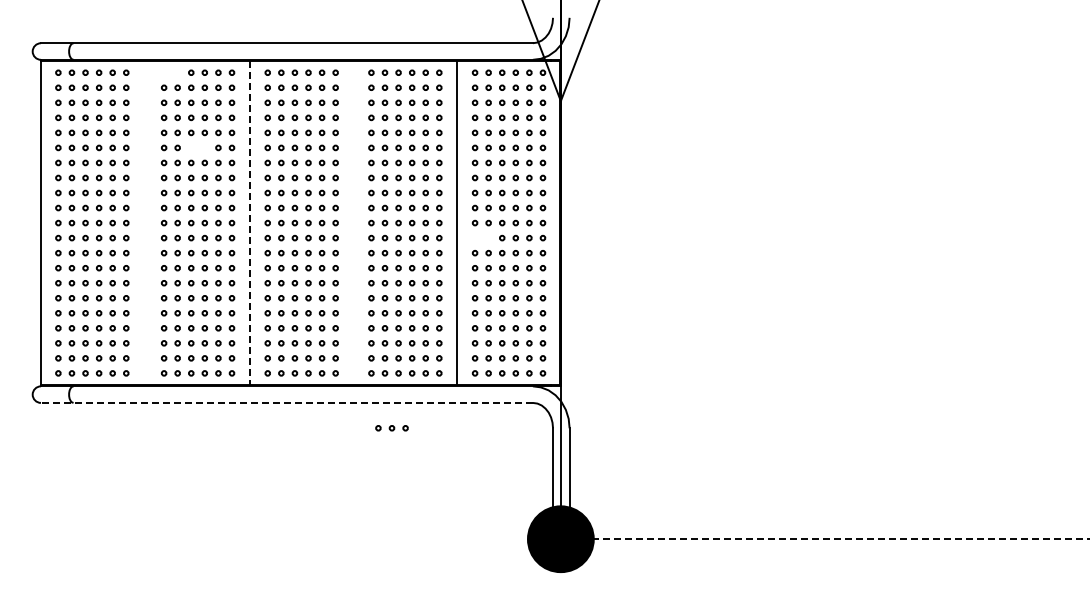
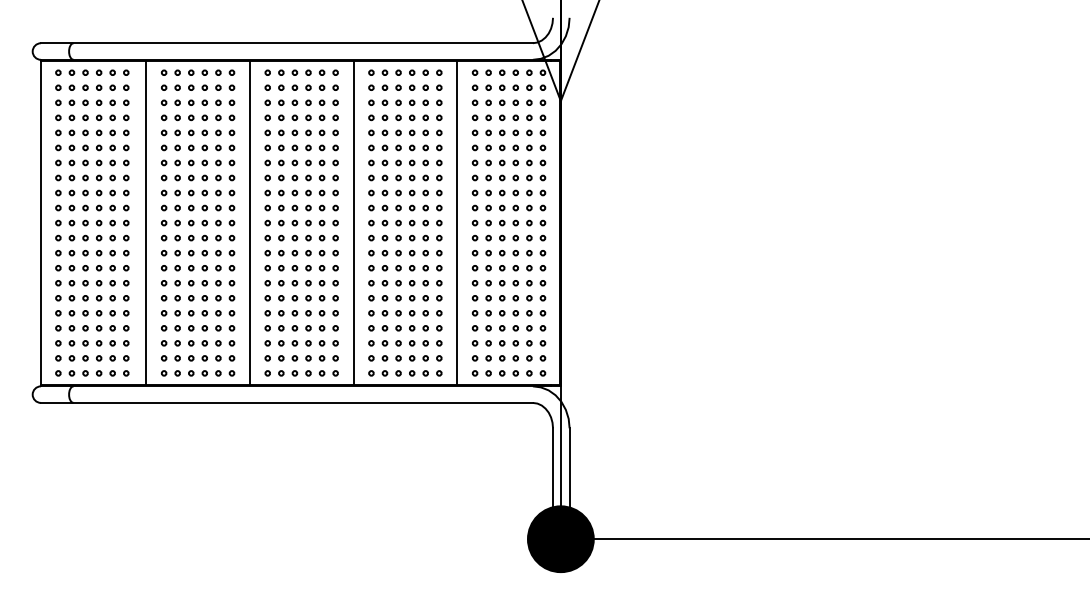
part at (170, 72): none -> present
part at (197, 147): none -> present
line at (146, 223): none -> present
line at (249, 223): dashed -> solid
line at (353, 223): none -> present
part at (481, 237): none -> present
line at (286, 402): dashed -> solid
part at (391, 428): present -> none
line at (824, 539): dashed -> solid
